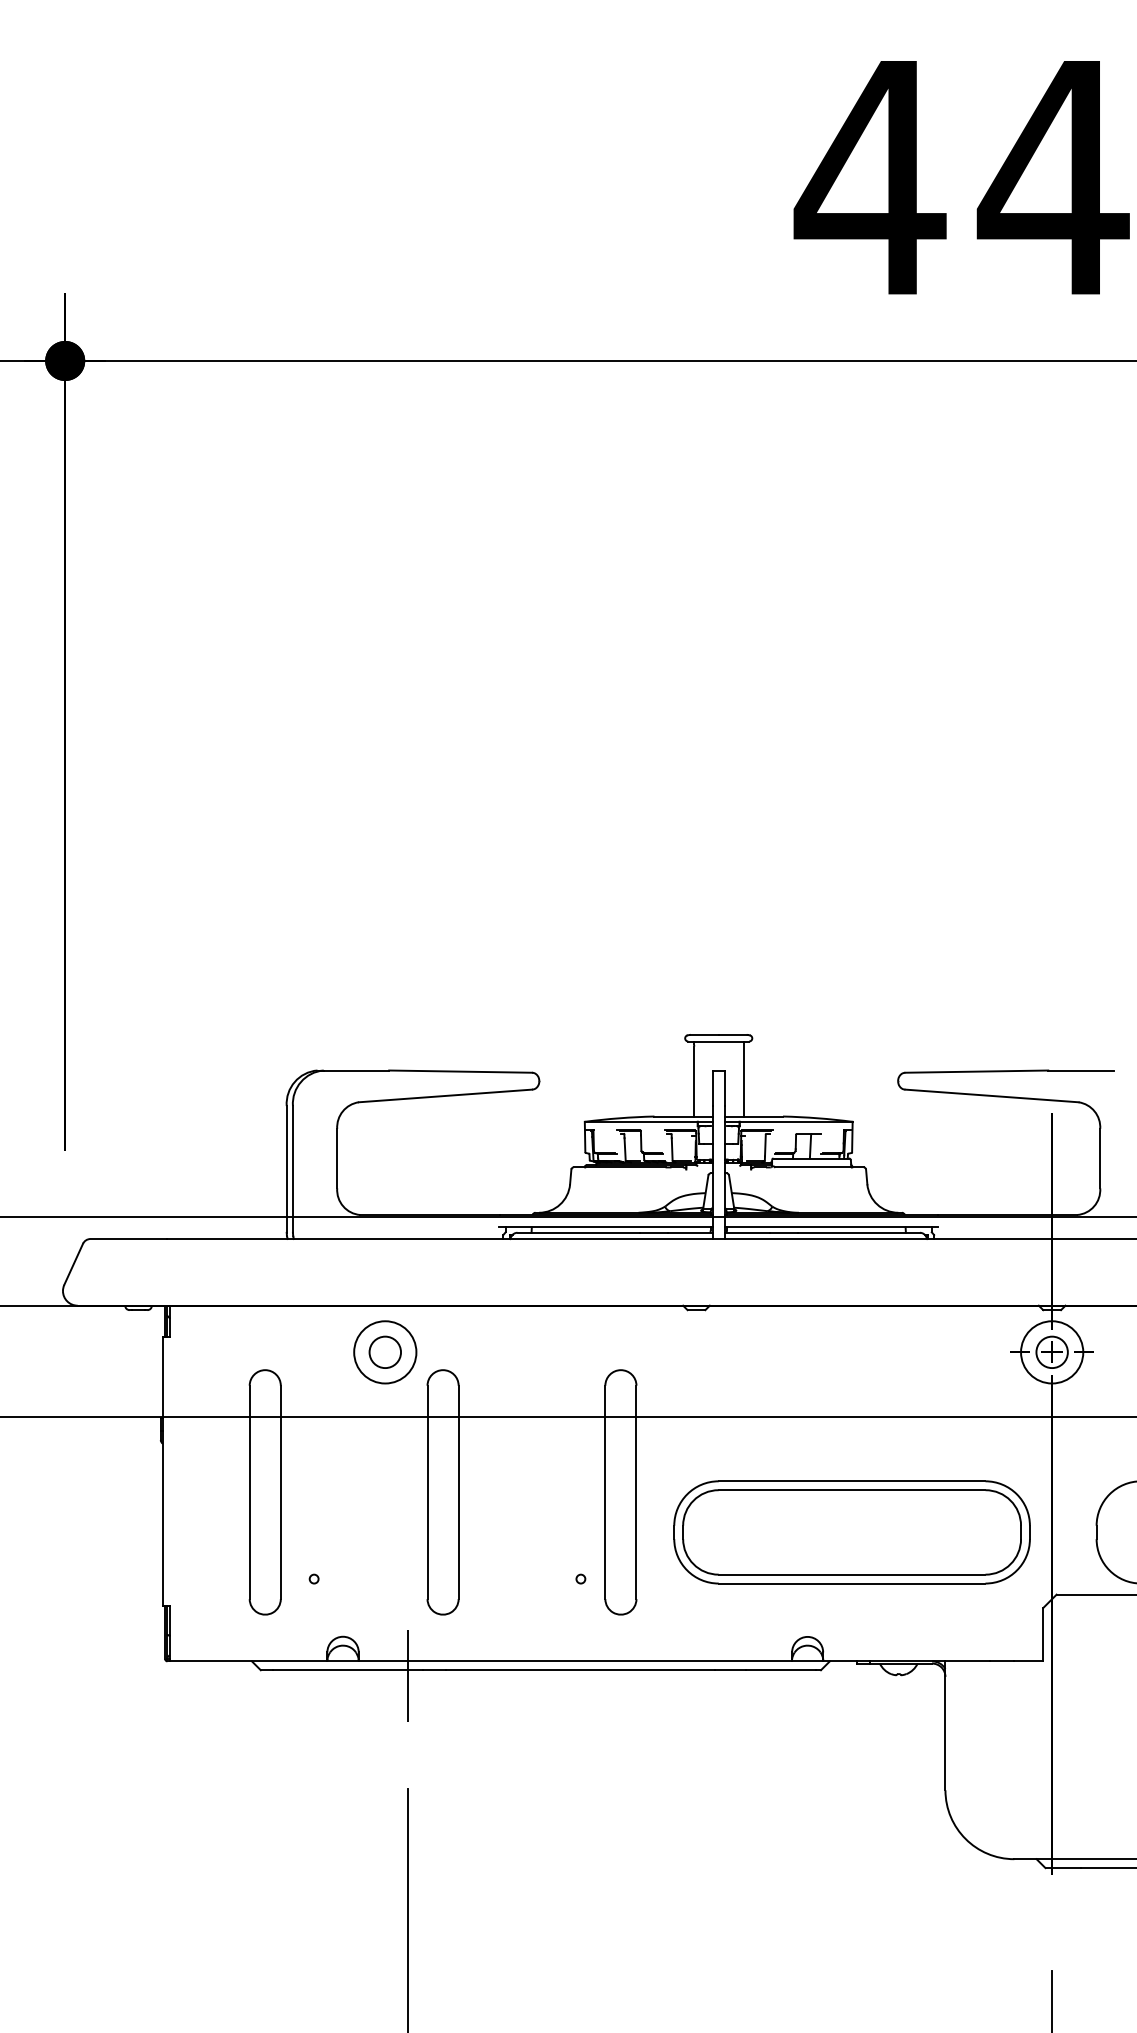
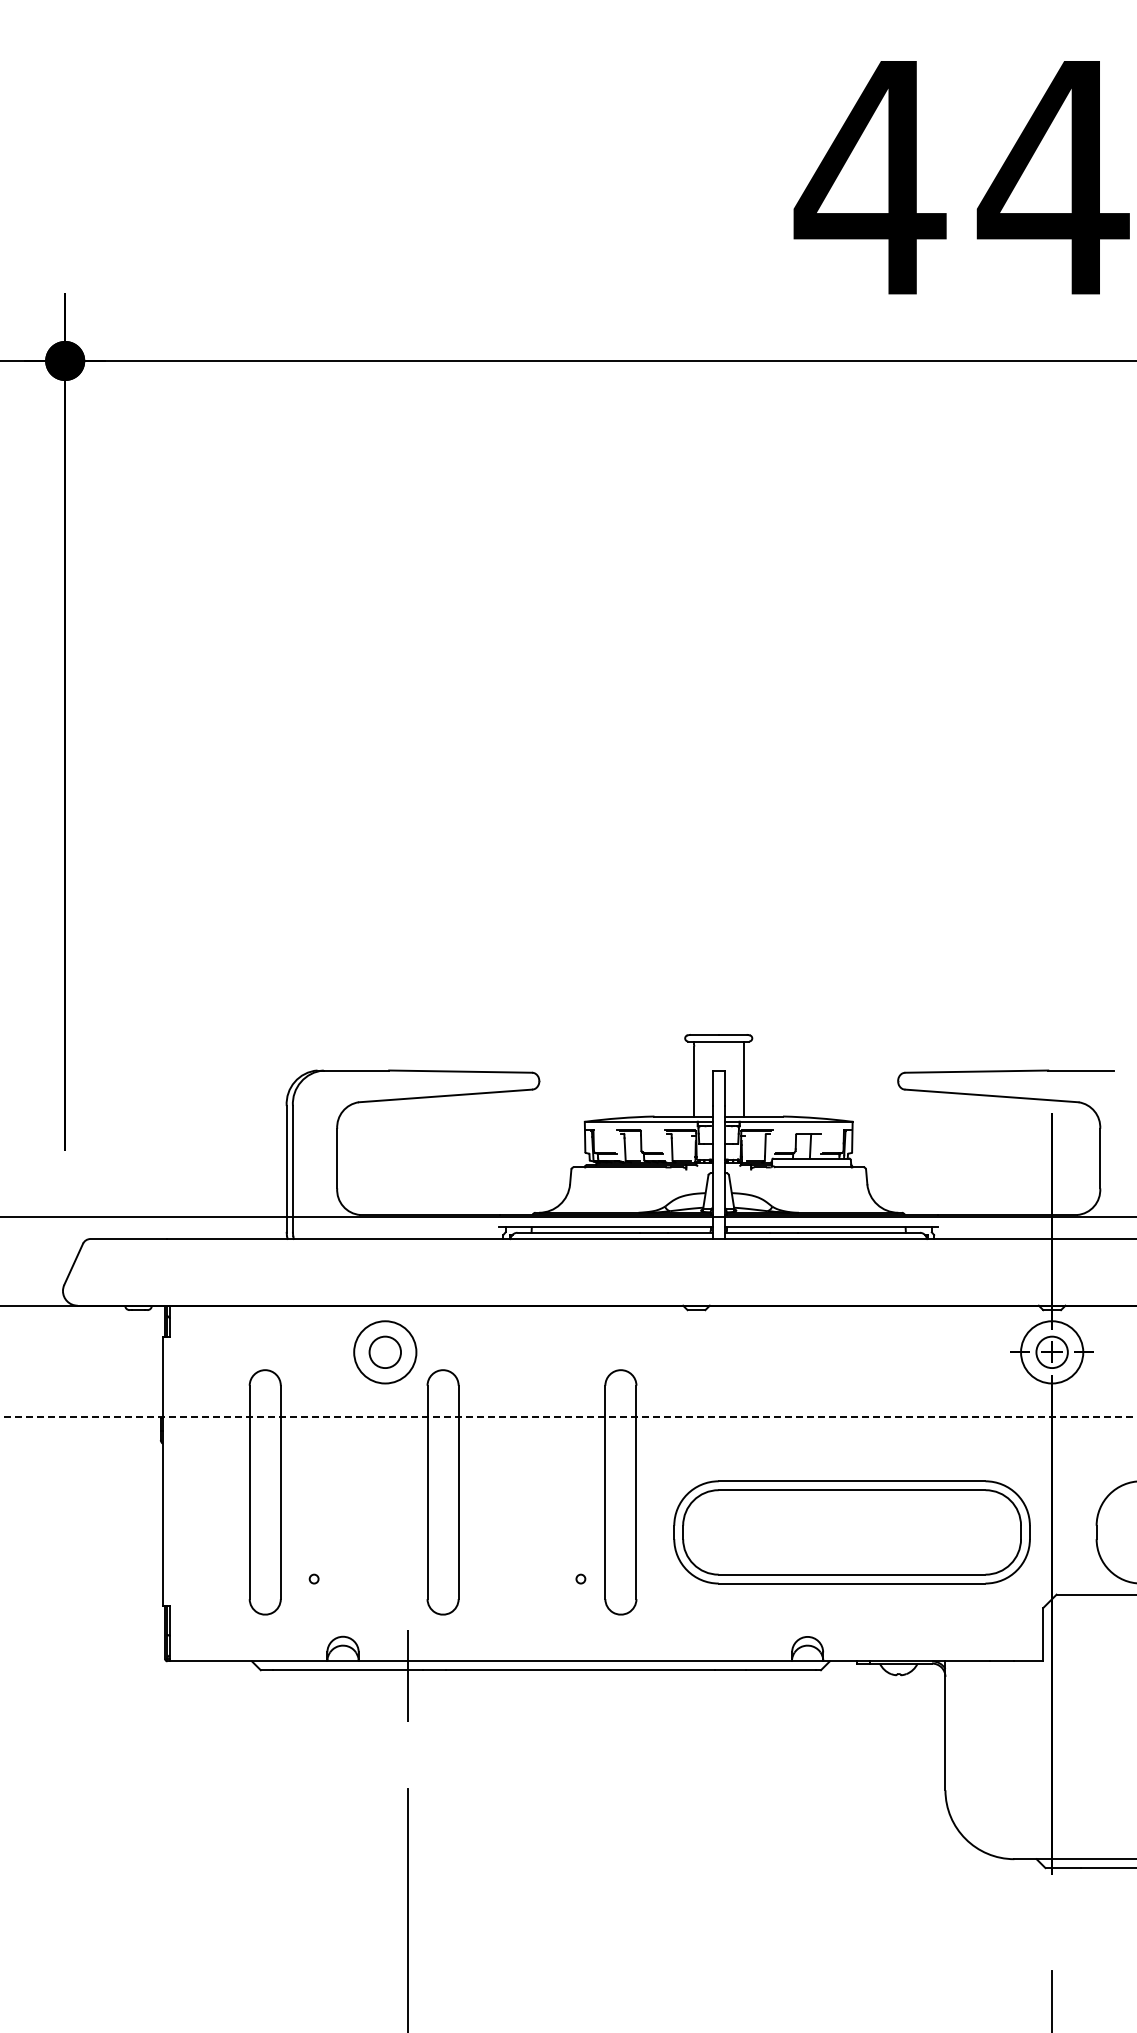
line at (568, 1416): solid -> dashed
